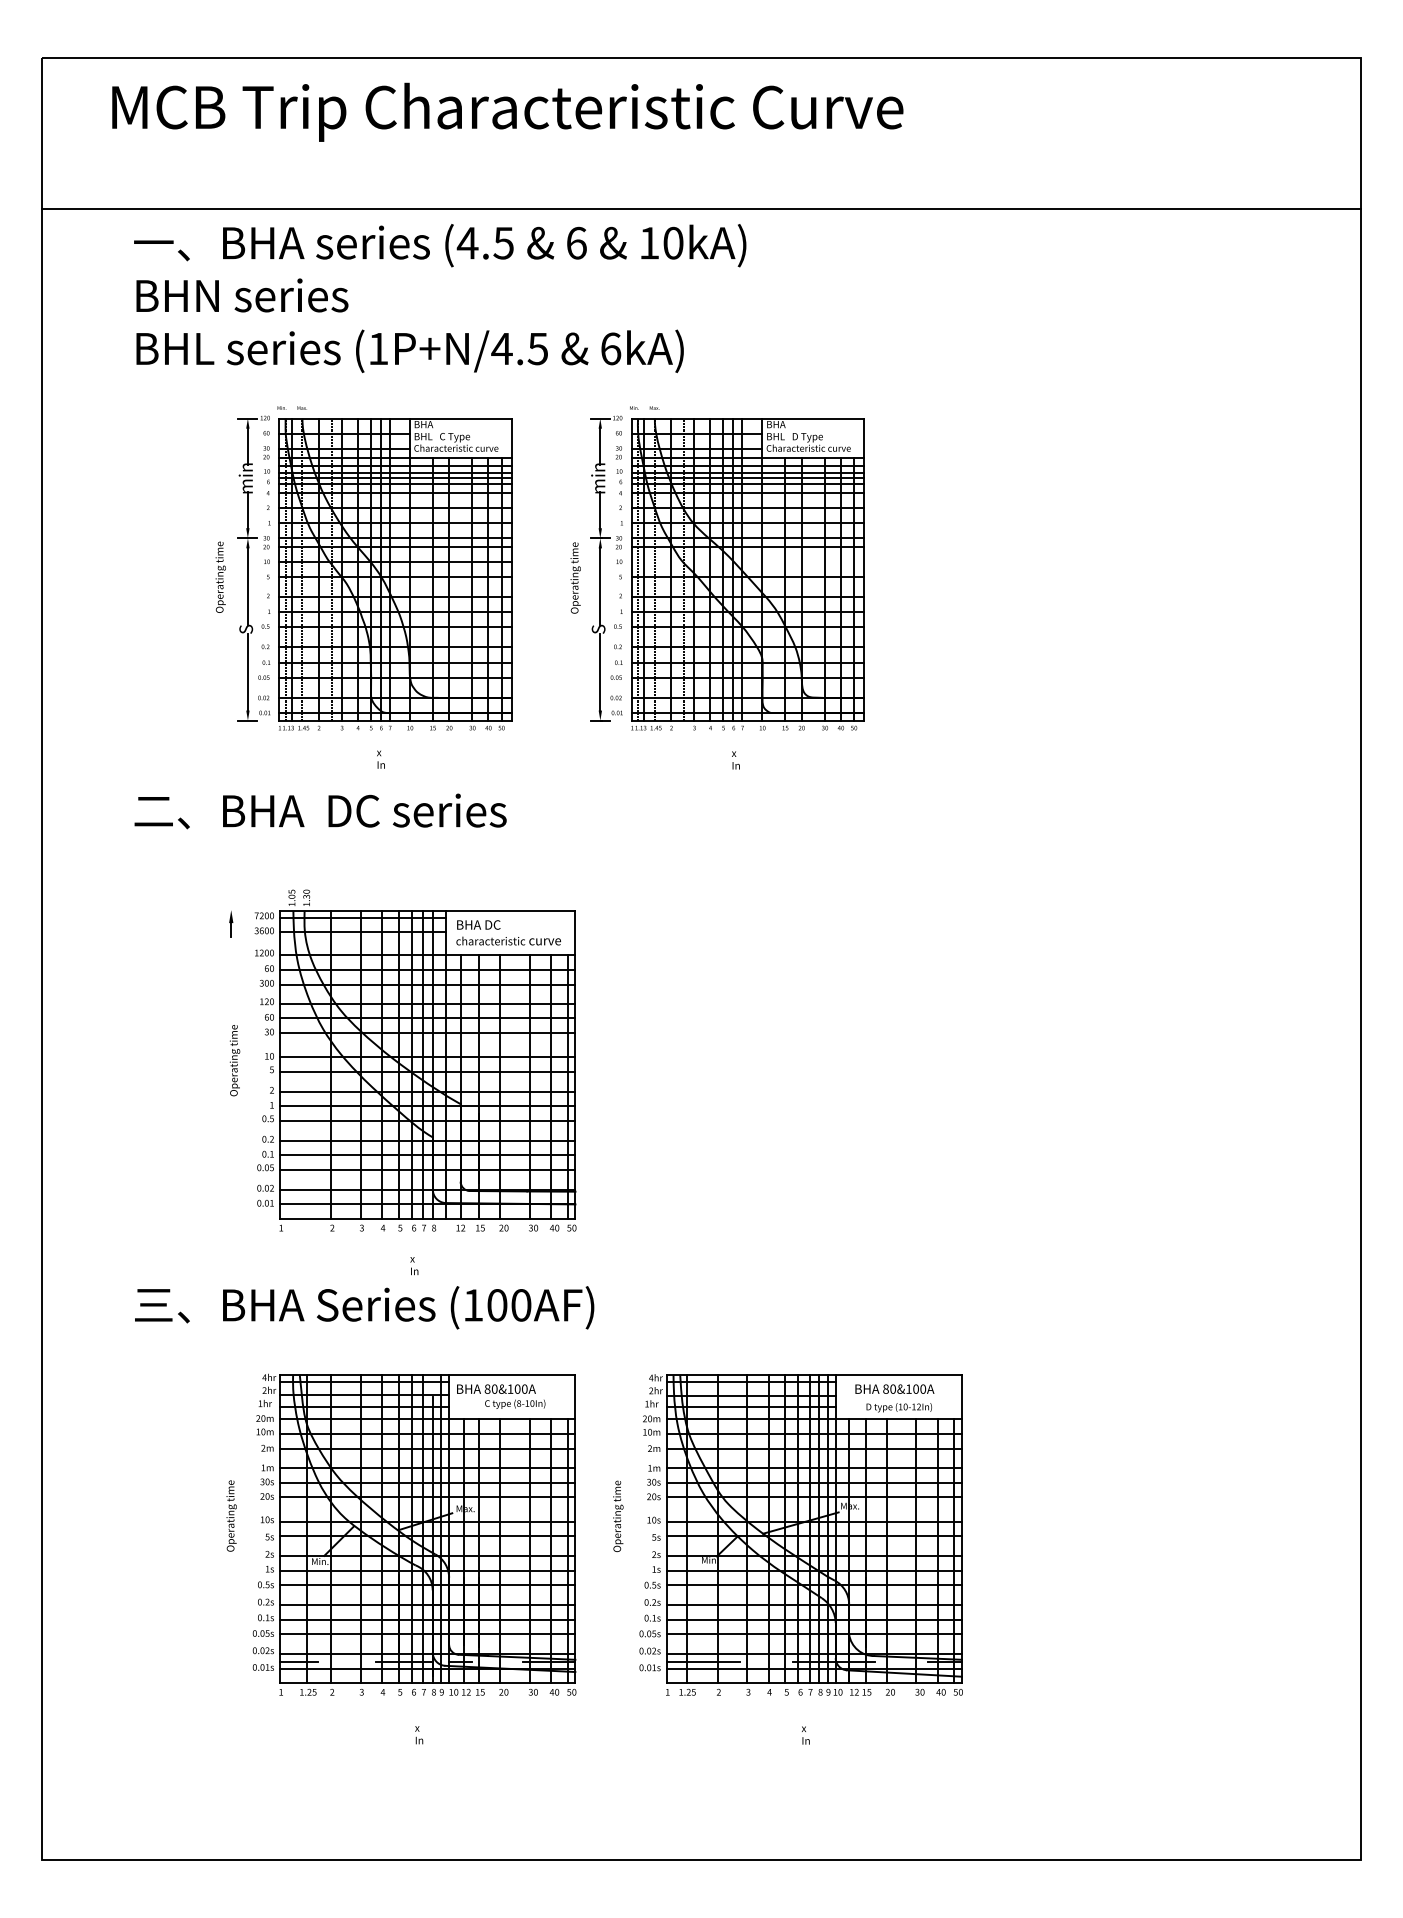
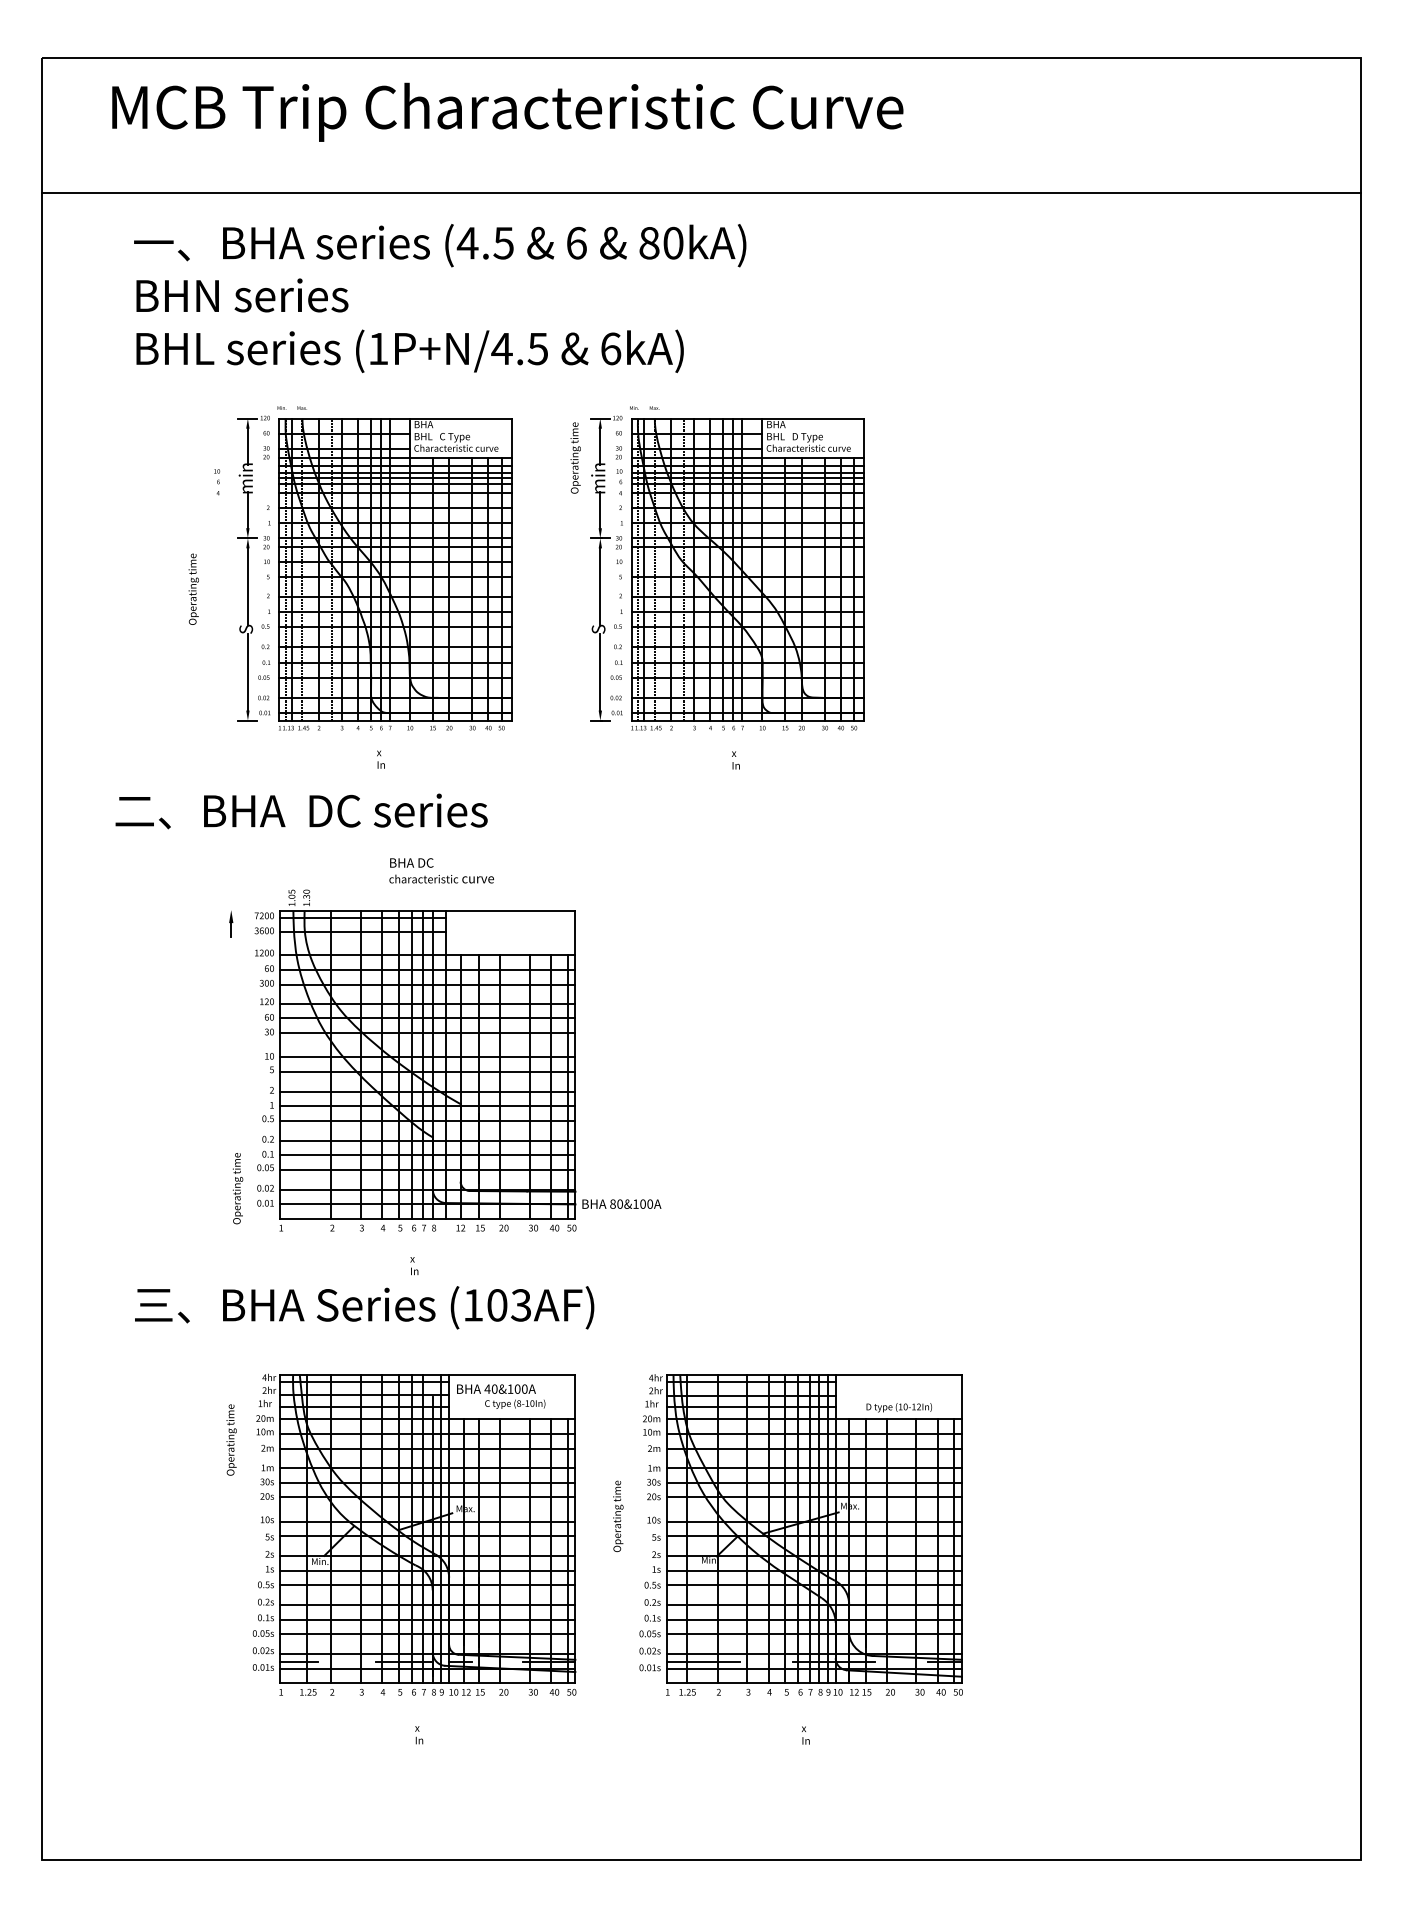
line at (701, 209) position: (701, 209) -> (701, 193)
text at (649, 243): 10kA) -> 80kA)
text at (267, 482) position: (267, 482) -> (217, 482)
text at (220, 576) position: (220, 576) -> (193, 588)
text at (575, 577) position: (575, 577) -> (575, 457)
text at (320, 811) position: (320, 811) -> (301, 811)
text at (508, 932) position: (508, 932) -> (441, 870)
text at (234, 1060) position: (234, 1060) -> (237, 1188)
text at (521, 1305): (100AF) -> (103AF)
text at (487, 1388): 80&100A -> 40&100A
text at (894, 1388) position: (894, 1388) -> (621, 1203)
text at (231, 1515) position: (231, 1515) -> (231, 1439)
